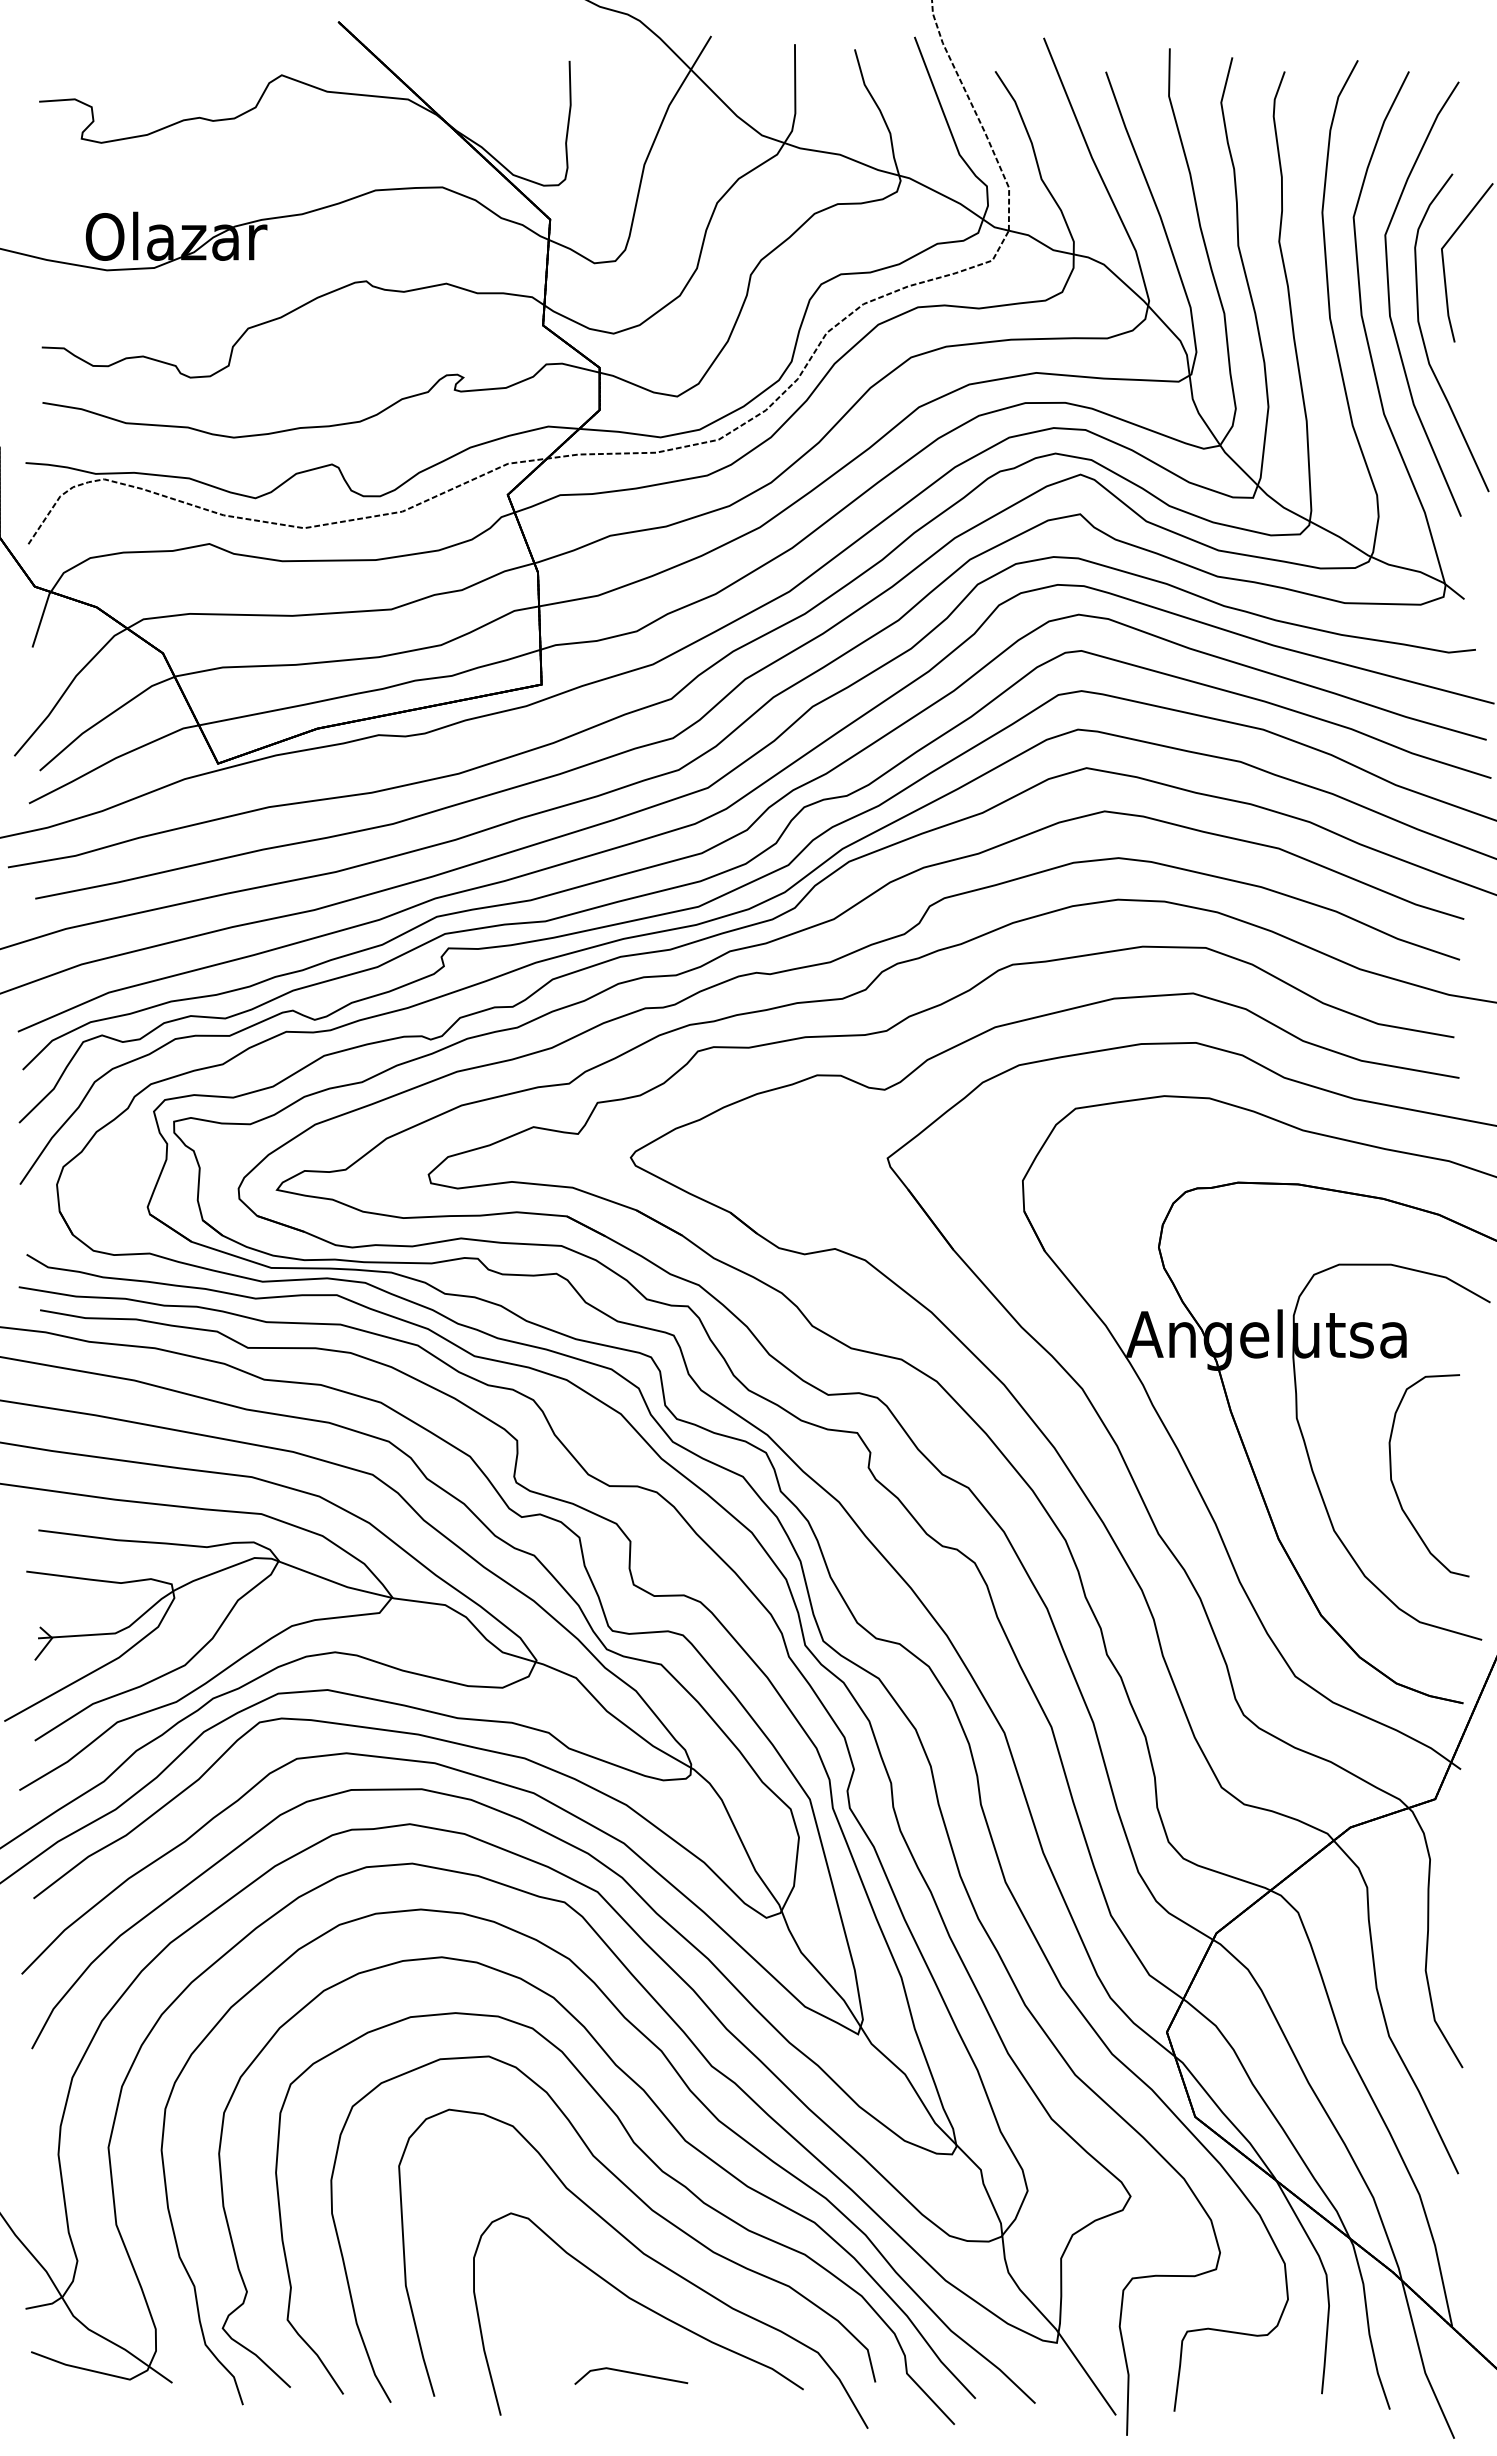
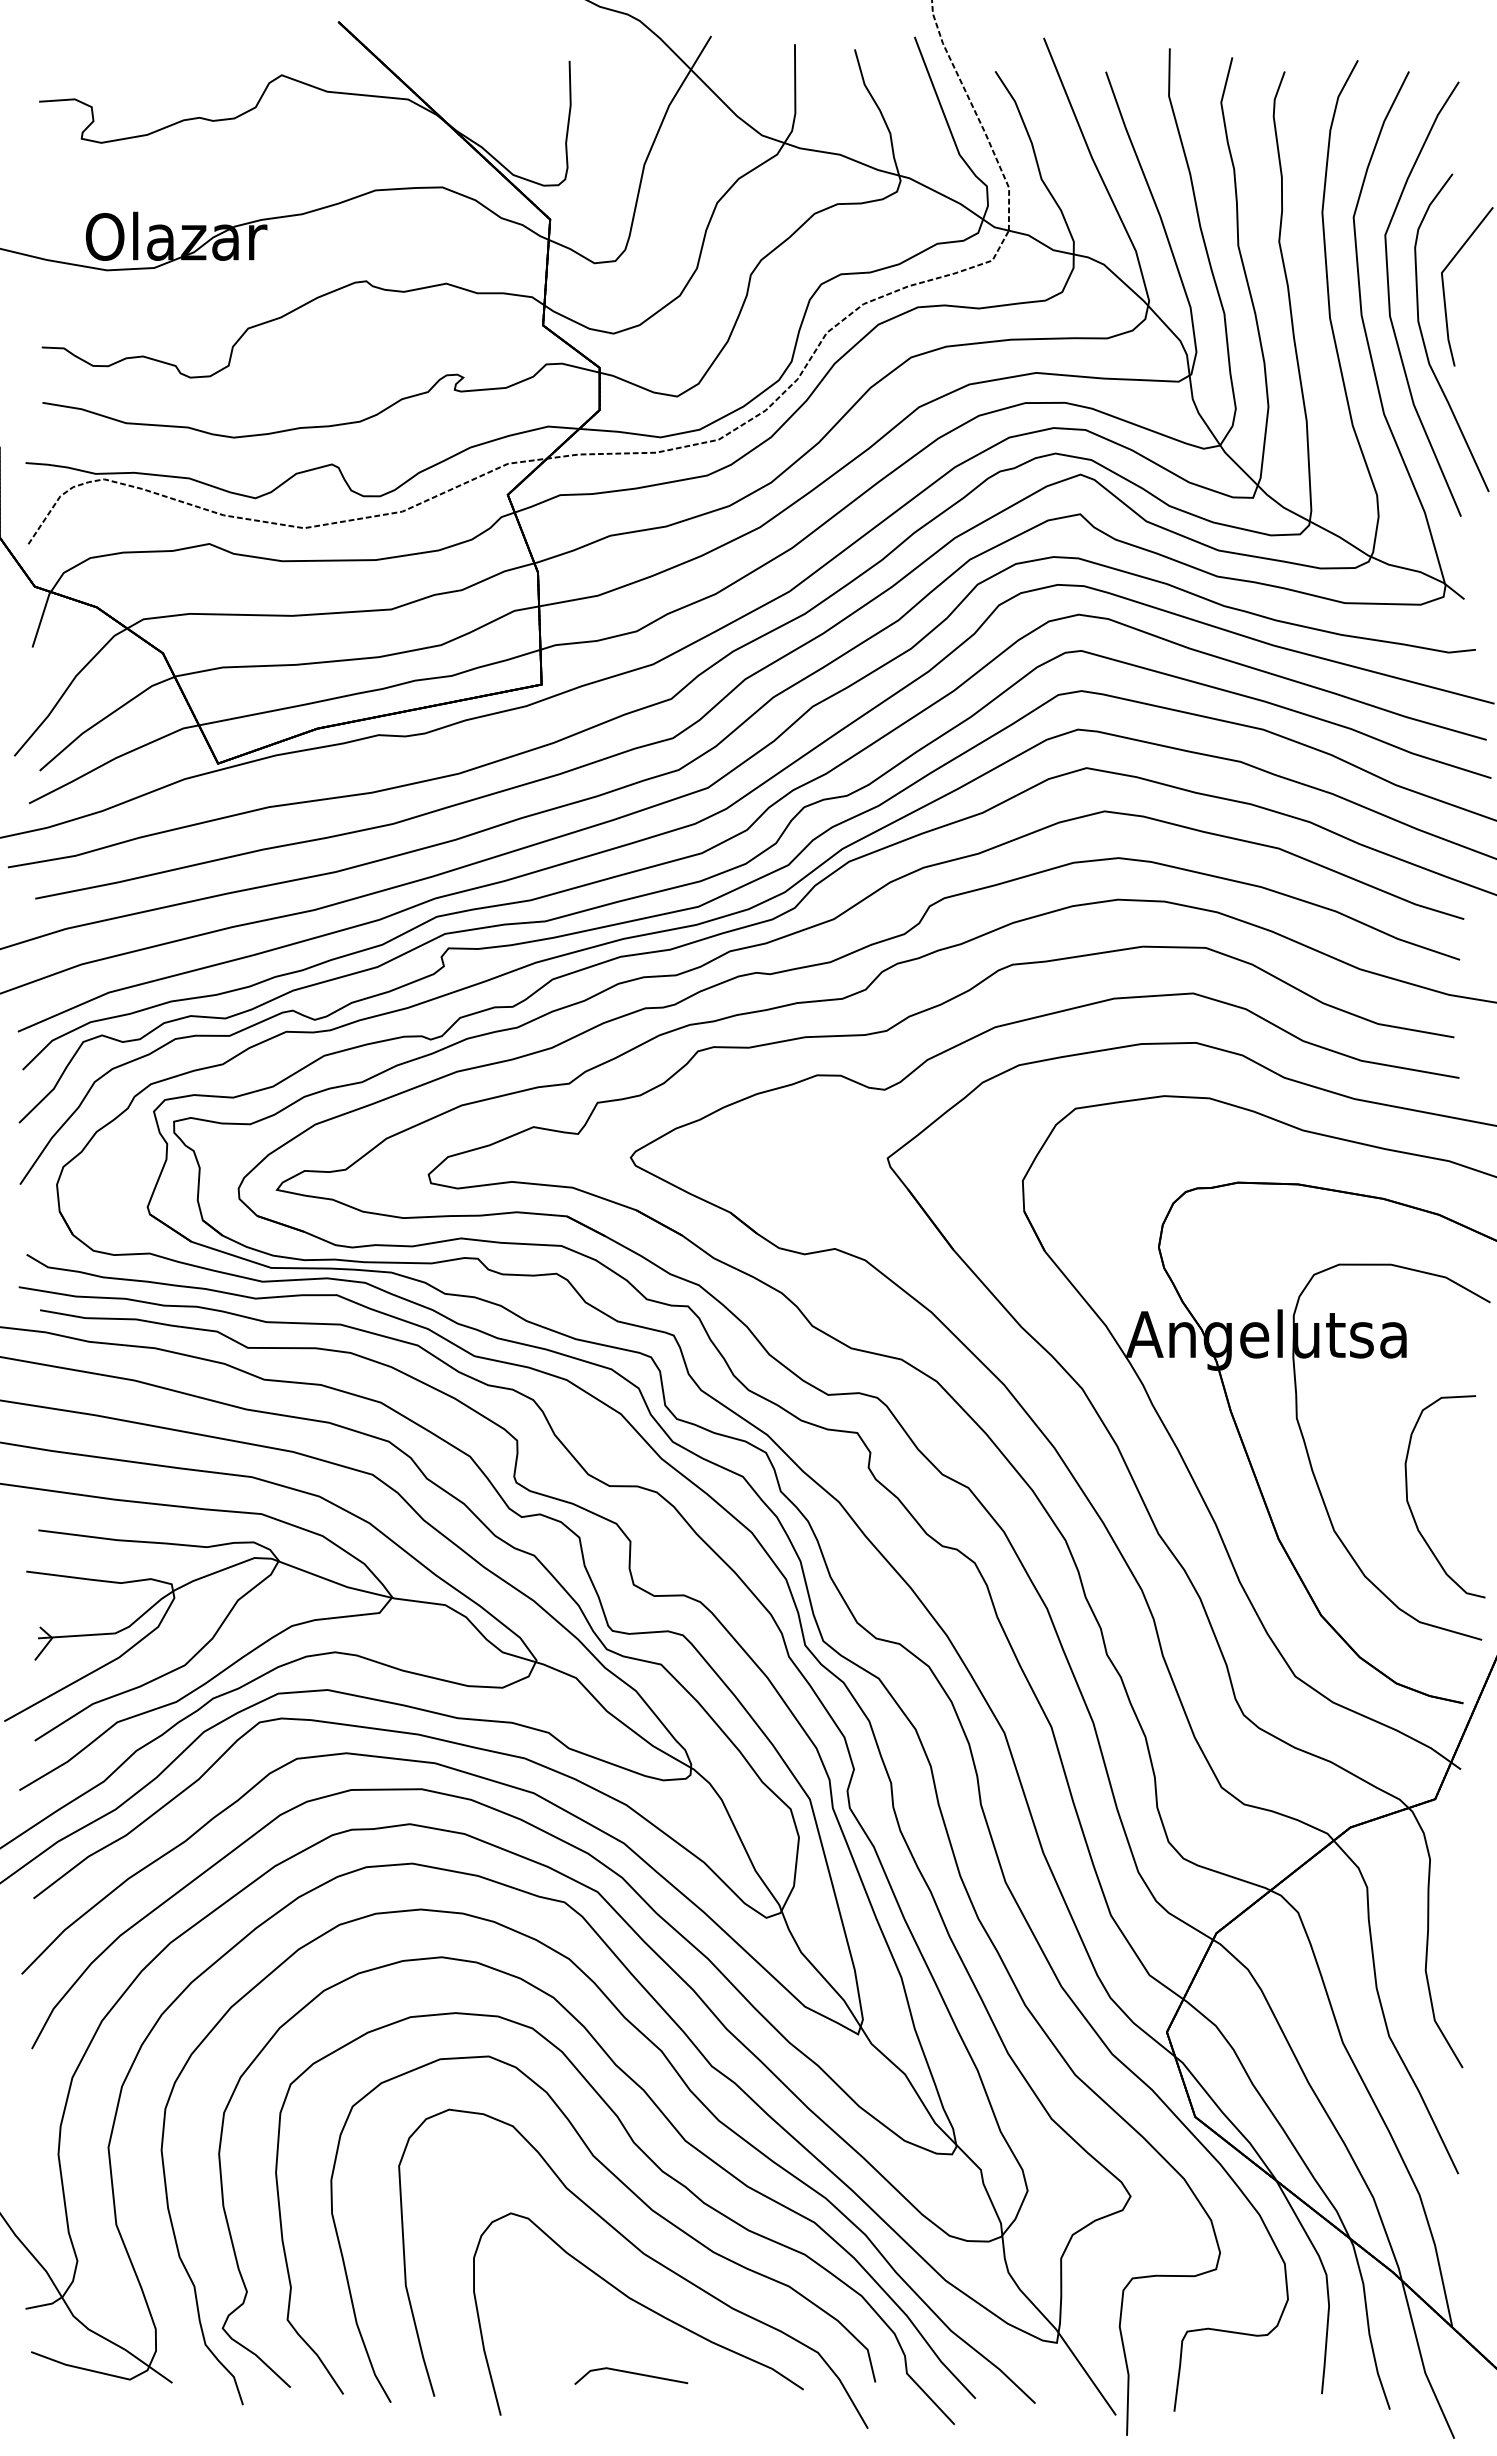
line at (1444, 262) position: (1444, 262) -> (1444, 286)
part at (1396, 1490) position: (1396, 1490) -> (1412, 1511)
